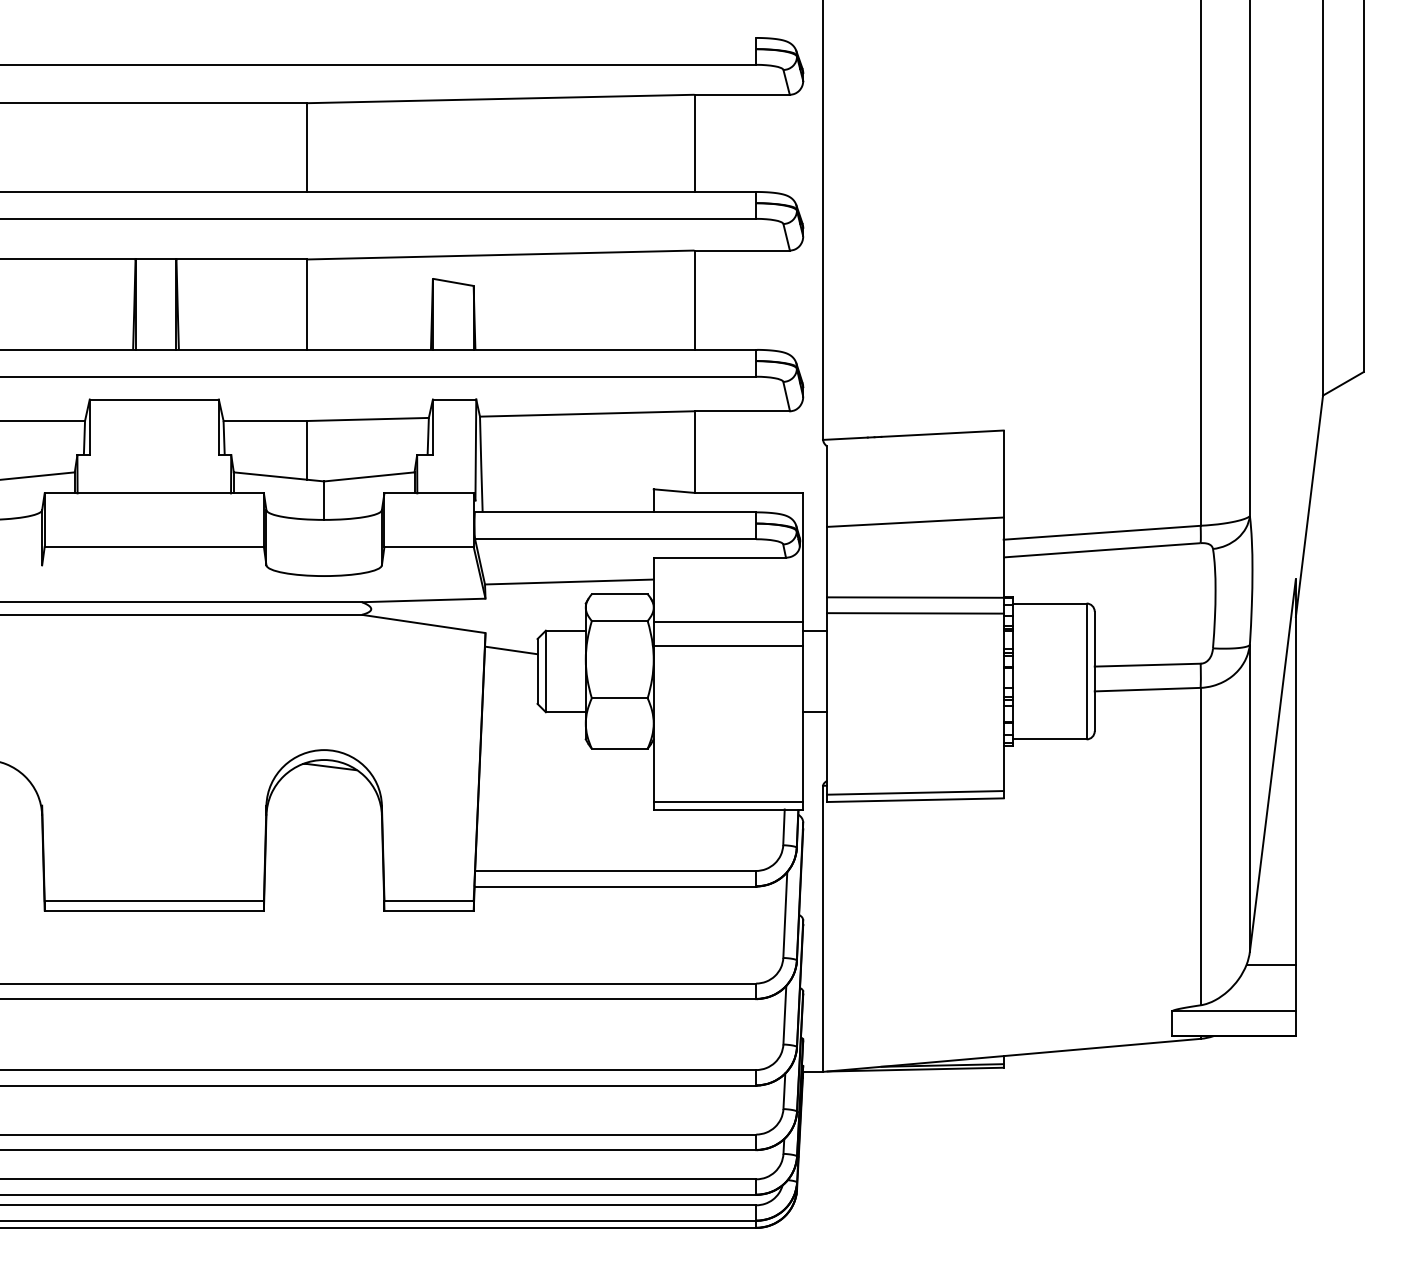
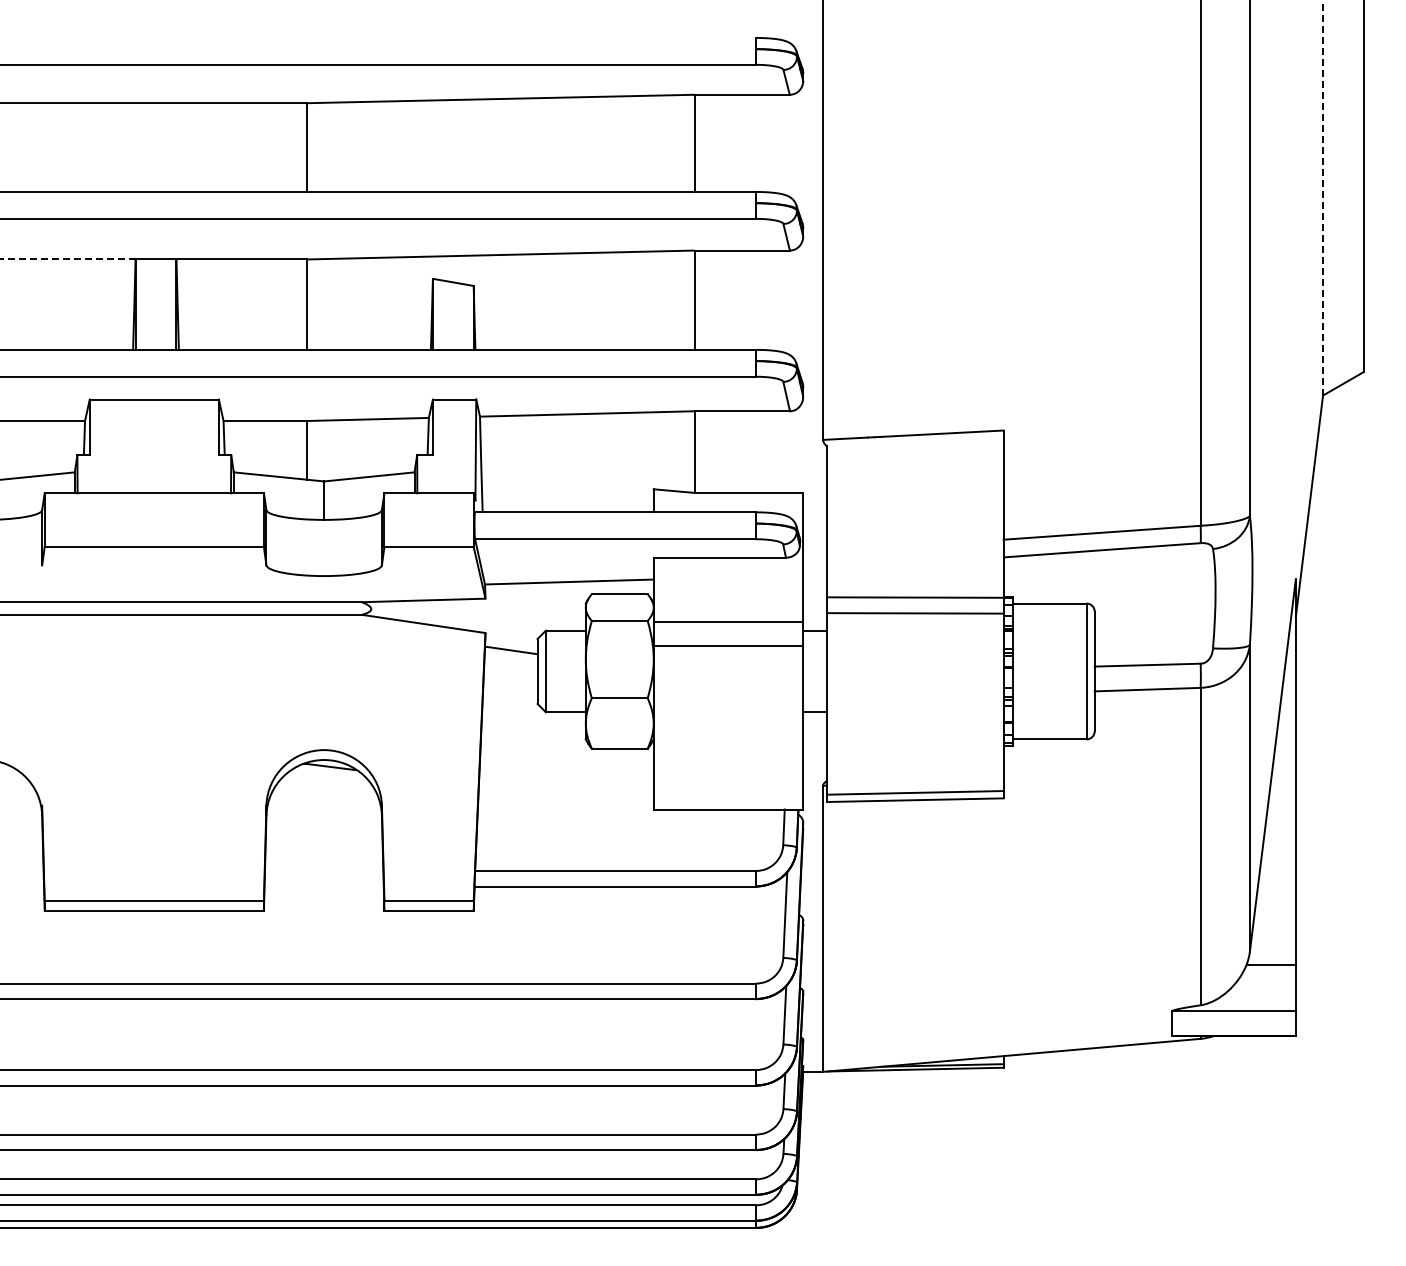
line at (1323, 197): solid -> dashed
line at (67, 259): solid -> dashed
line at (915, 521): present -> none
line at (728, 802): present -> none
